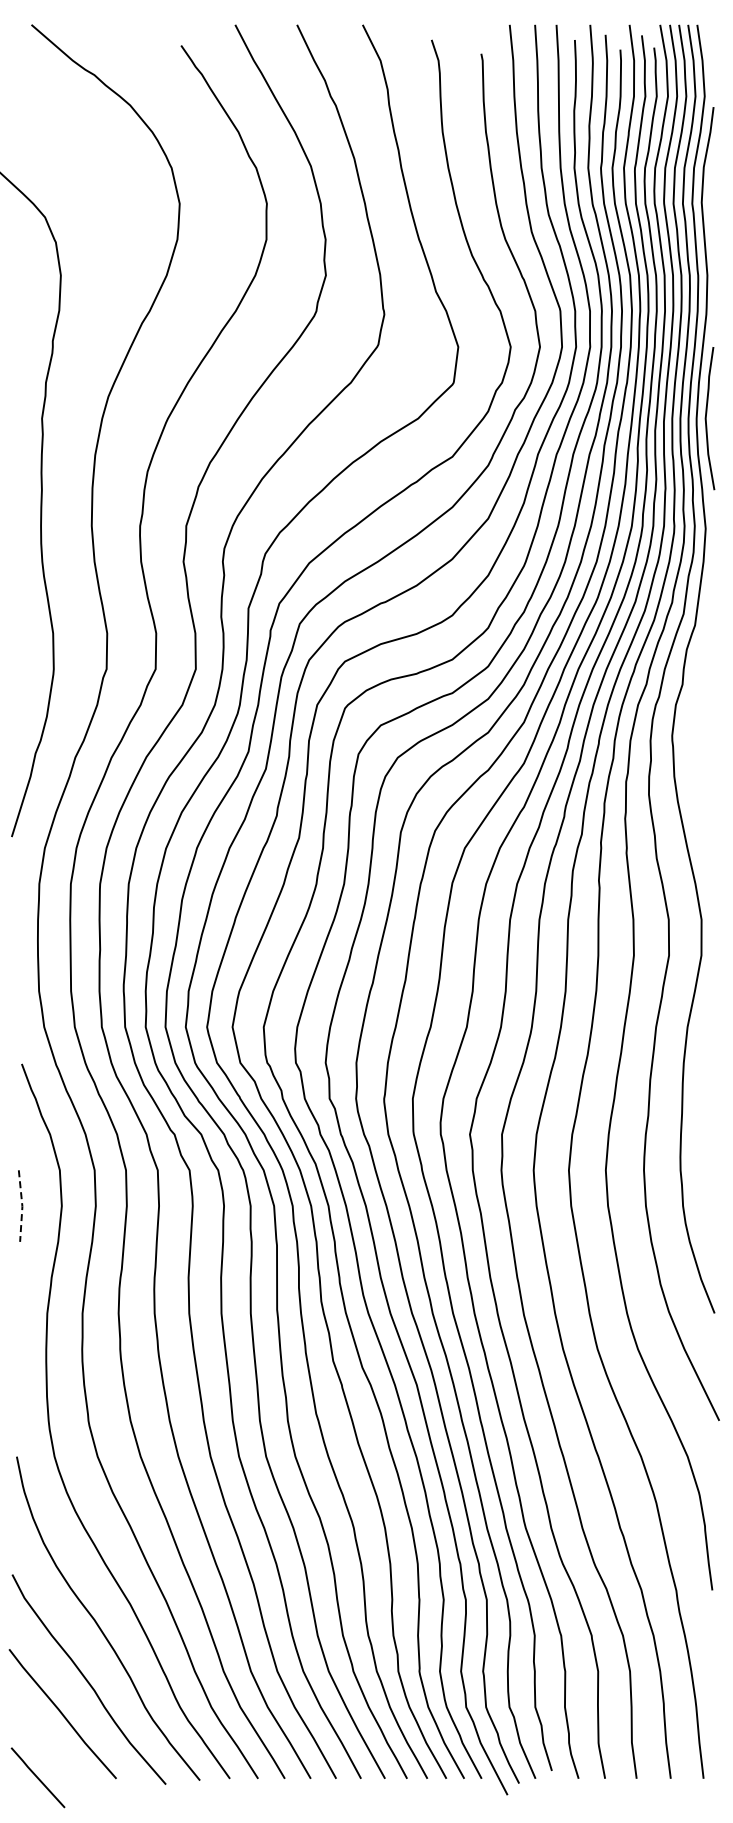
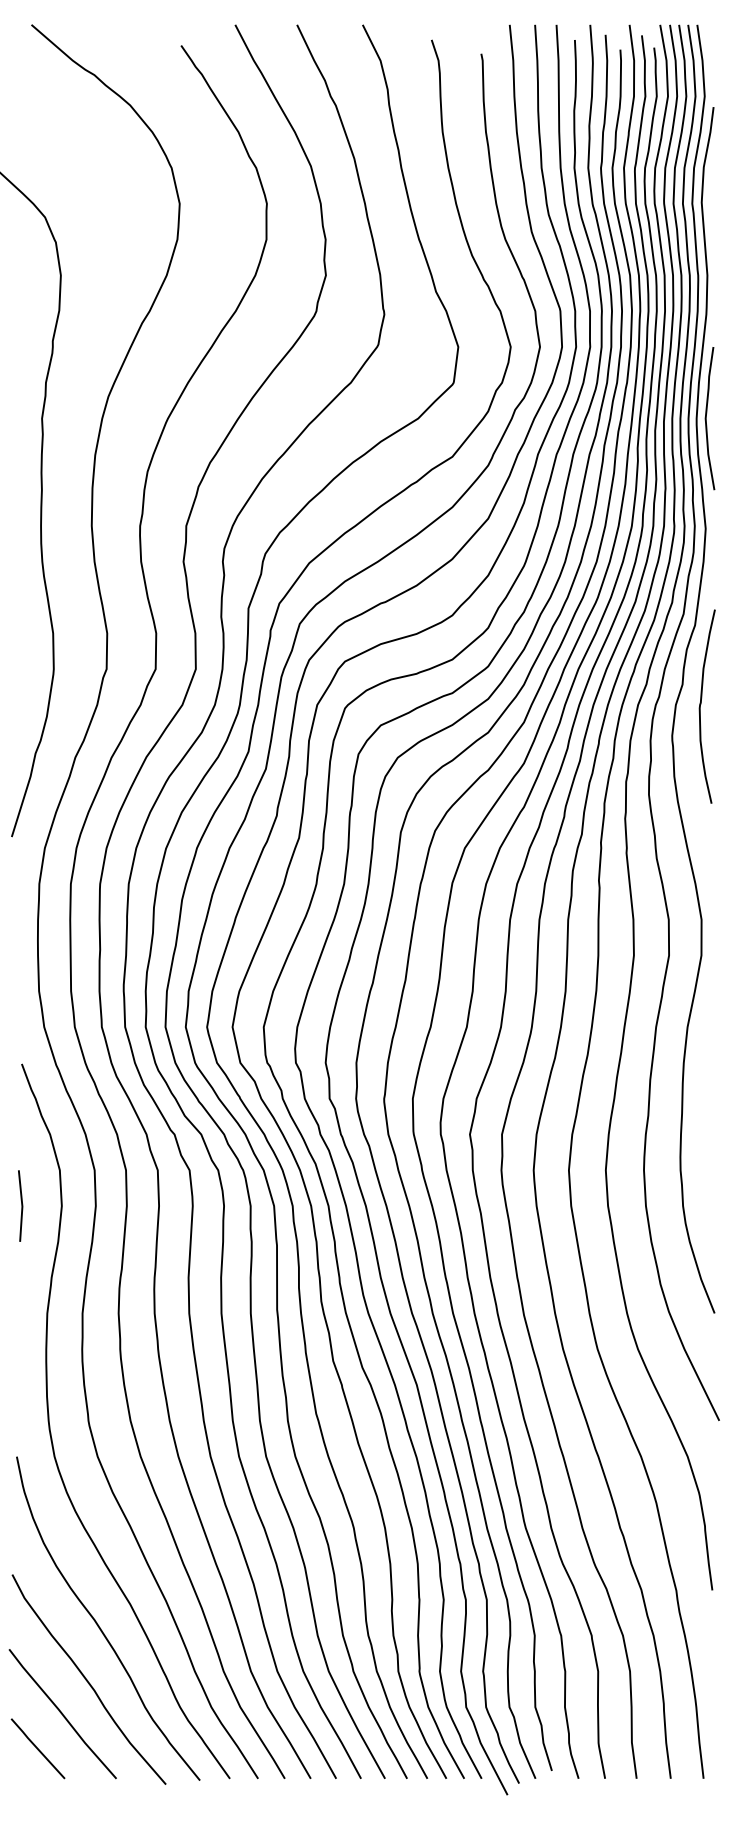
curve at (701, 704): none -> present
line at (22, 1206): dashed -> solid
line at (37, 1777) position: (37, 1777) -> (37, 1748)
